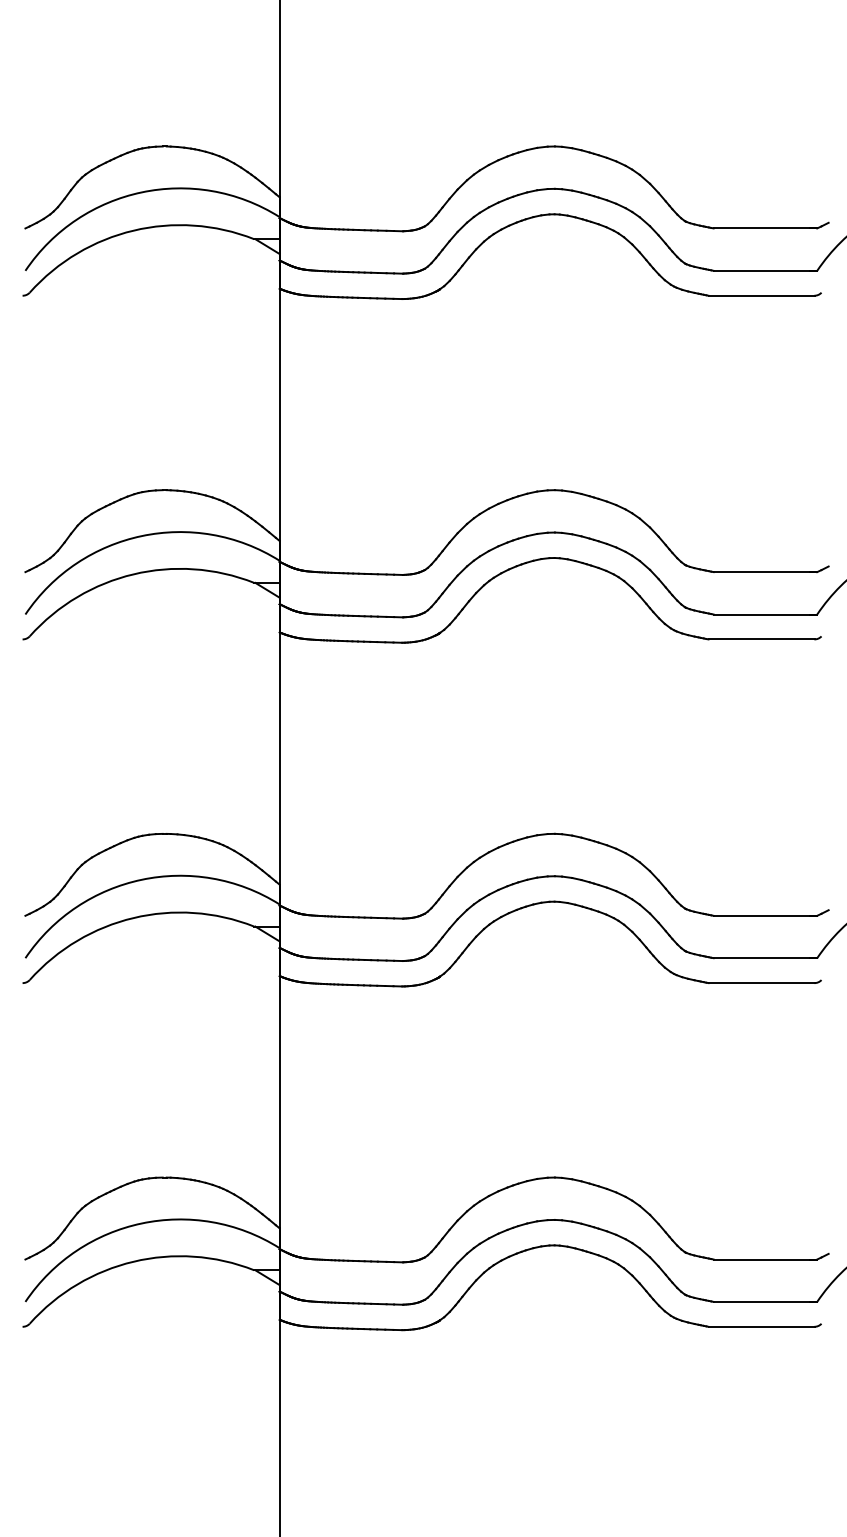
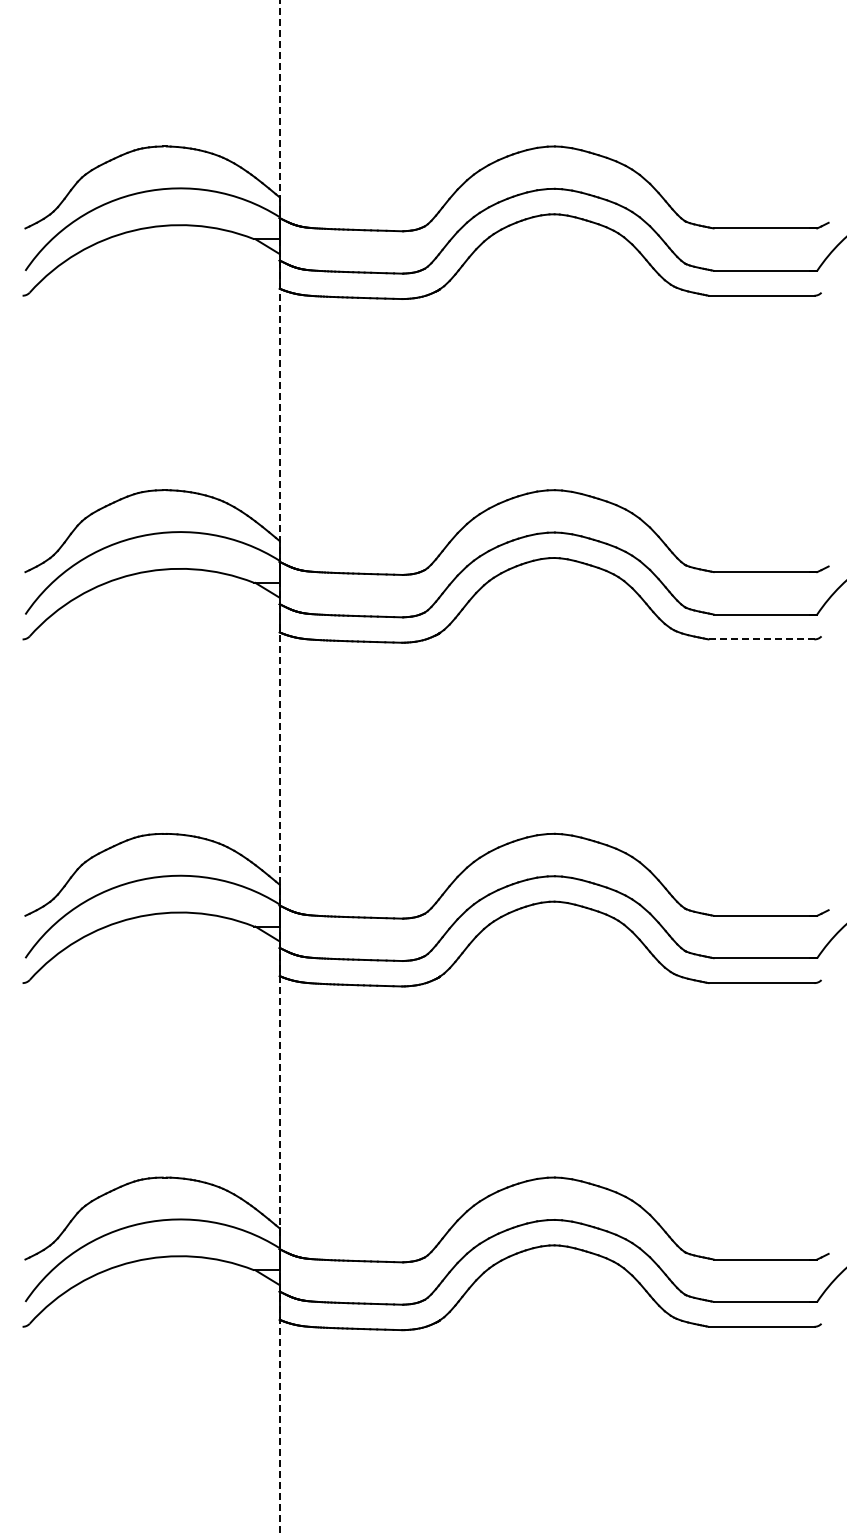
line at (762, 639): solid -> dashed
line at (279, 768): solid -> dashed
